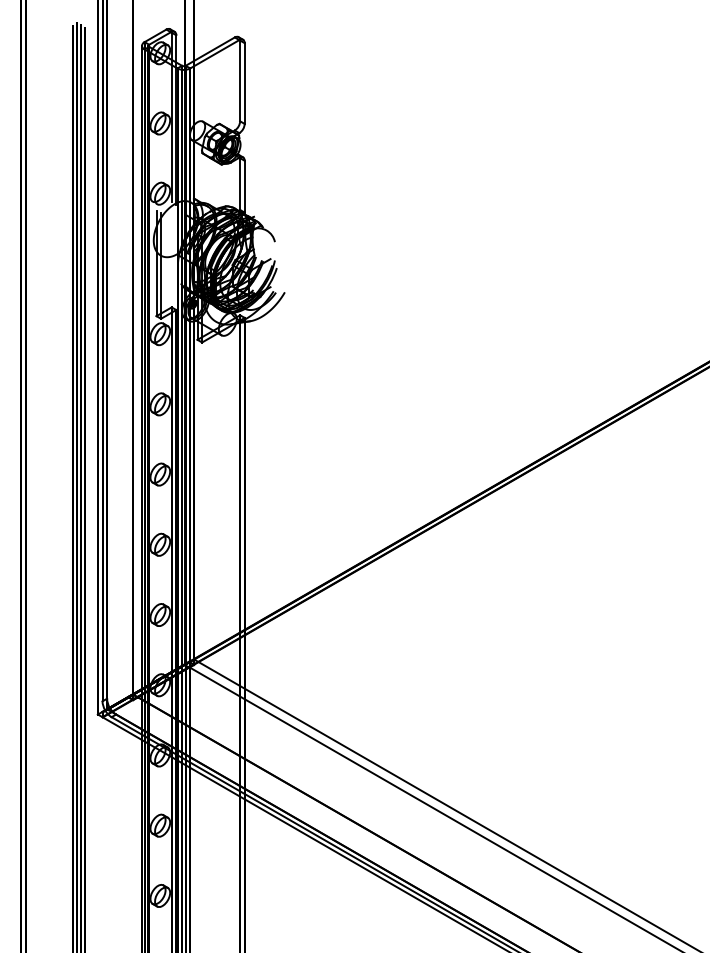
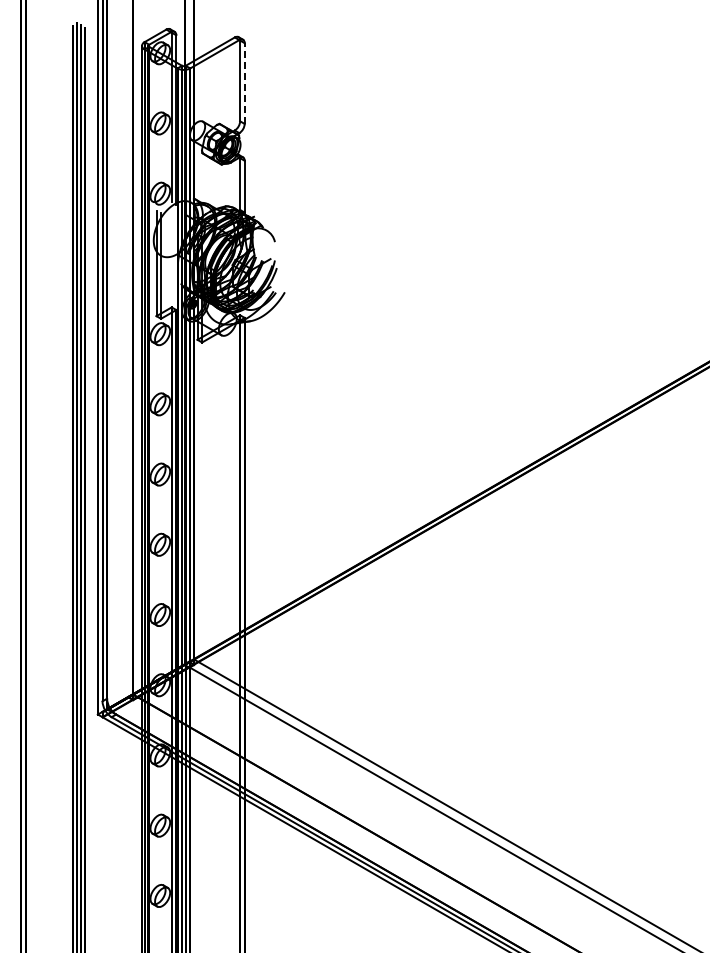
line at (244, 83): solid -> dashed
